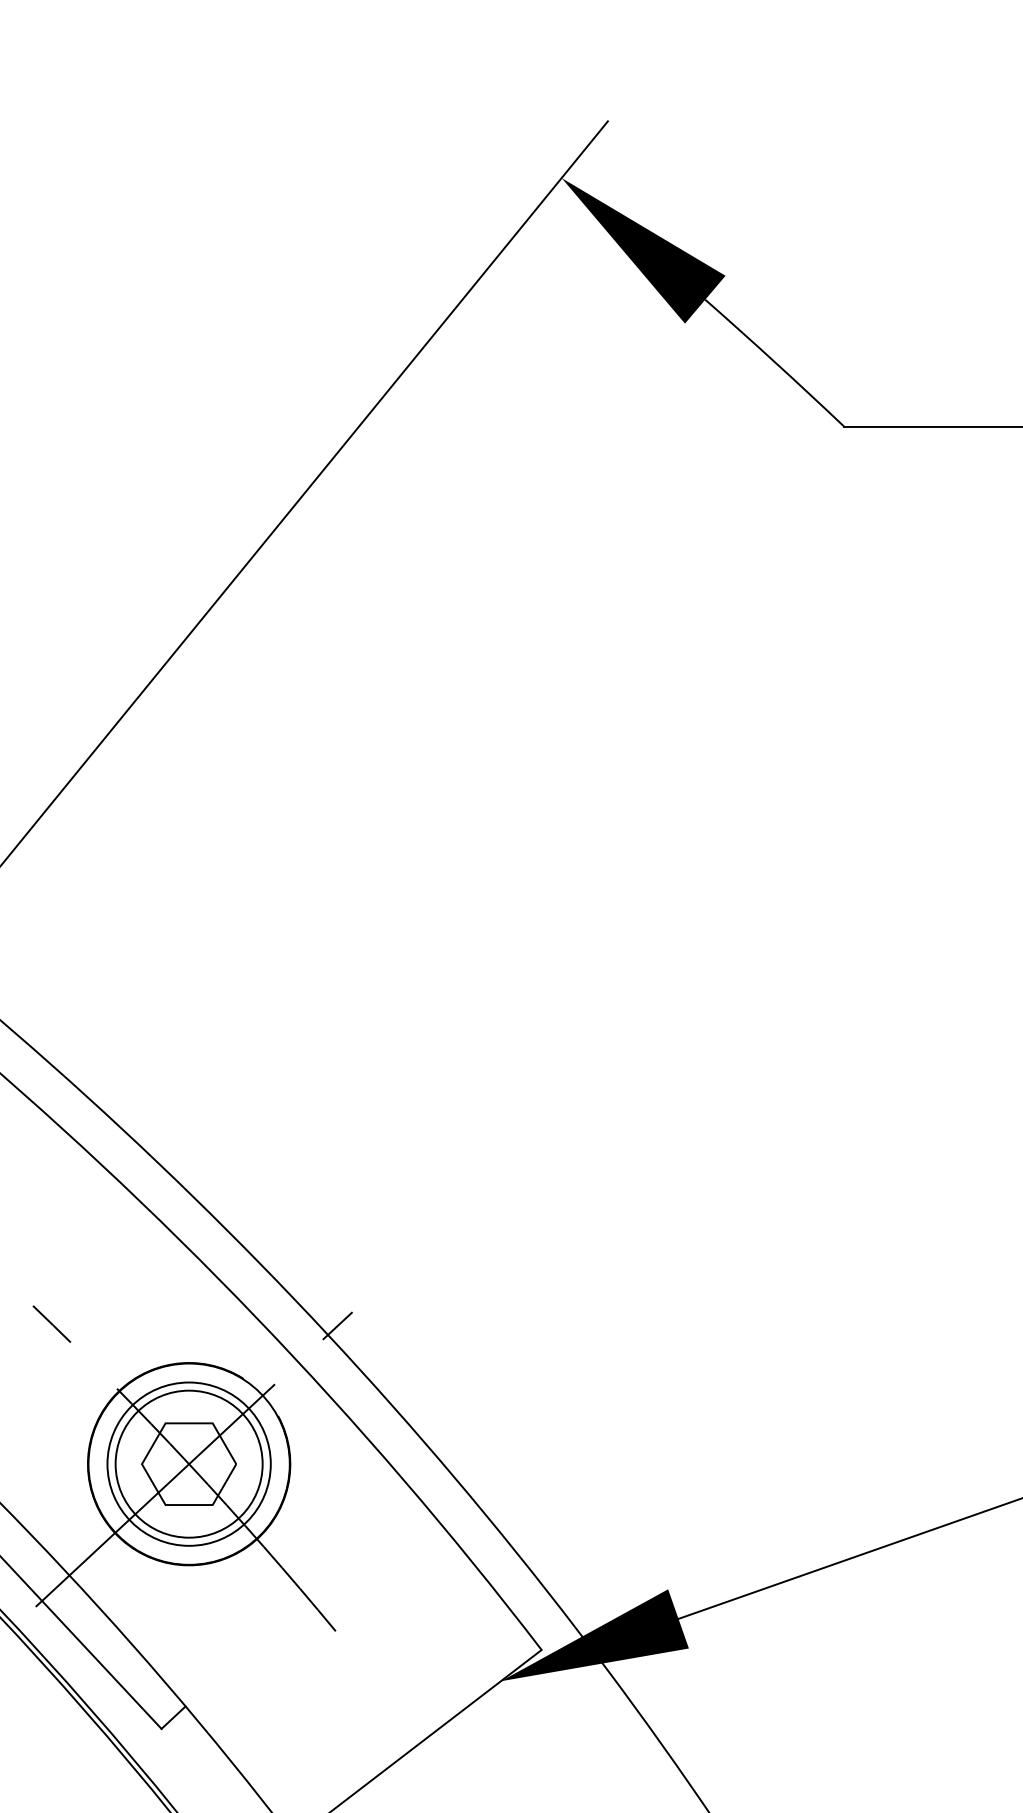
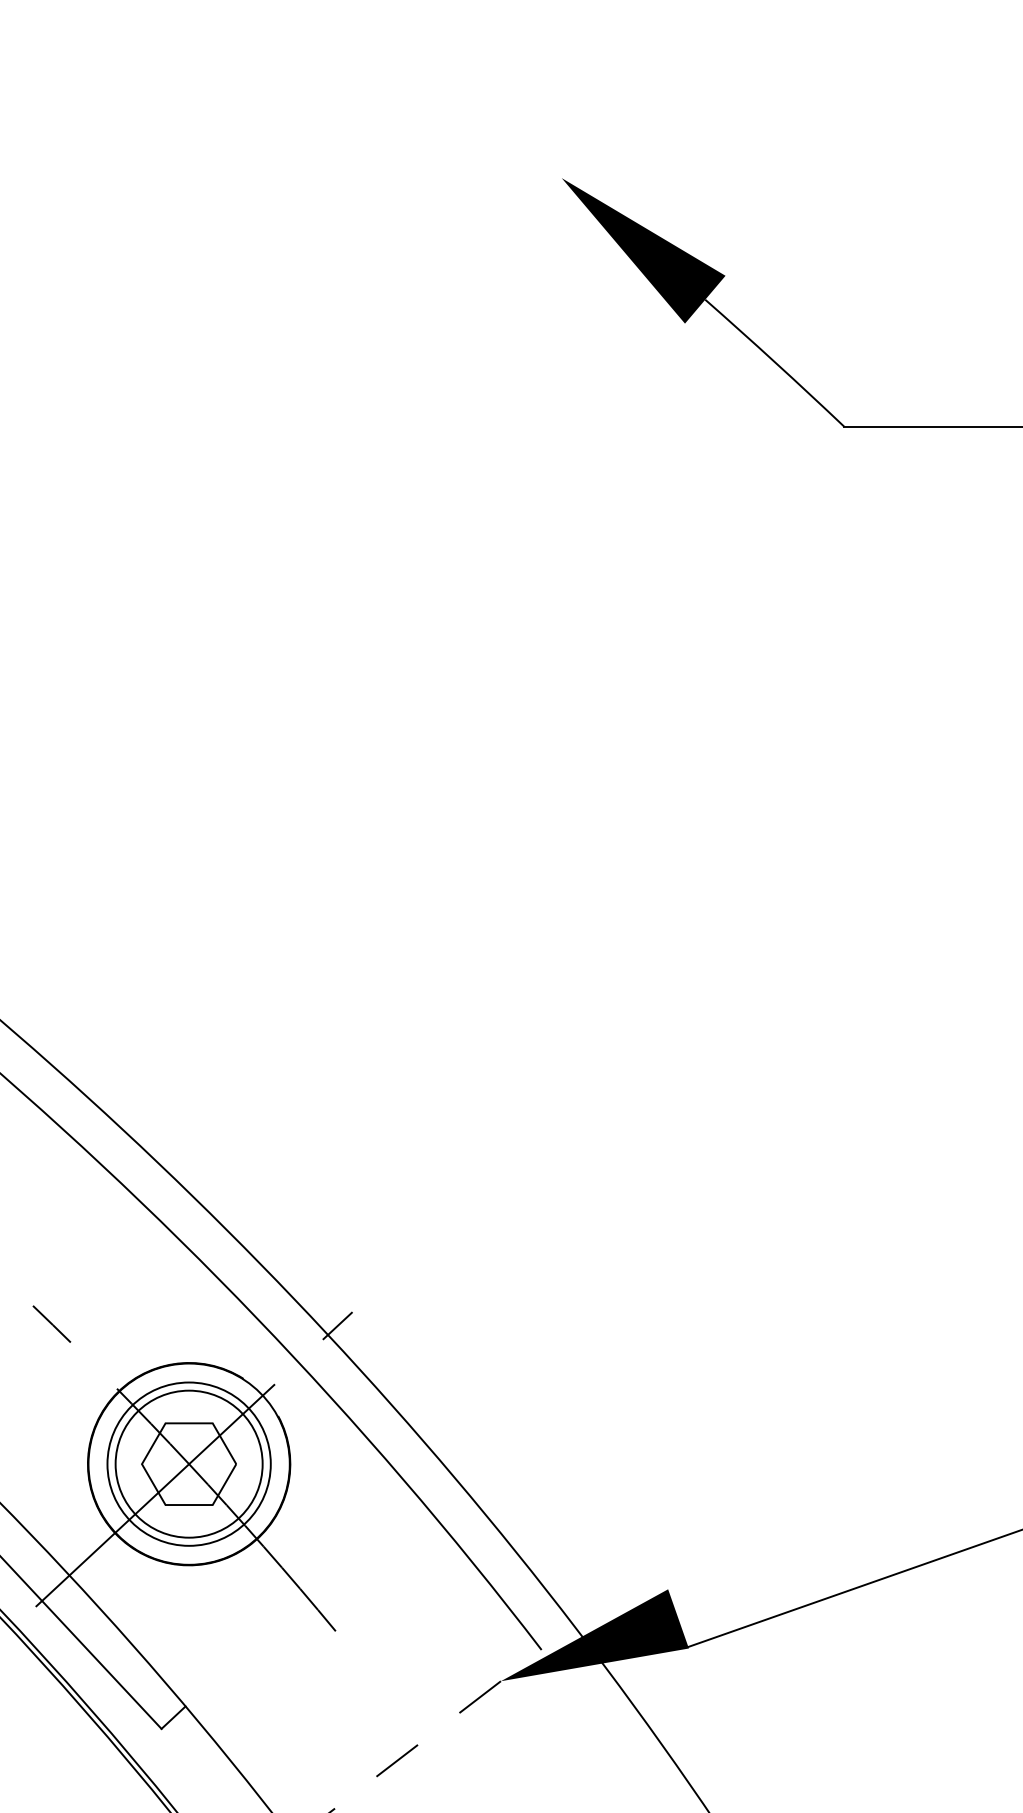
line at (304, 492): present -> none
line at (848, 1558) position: (848, 1558) -> (853, 1588)
line at (436, 1730): solid -> dashed
